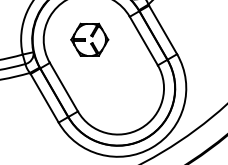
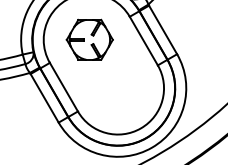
part at (89, 39) size: 40x35 px -> 49x43 px
